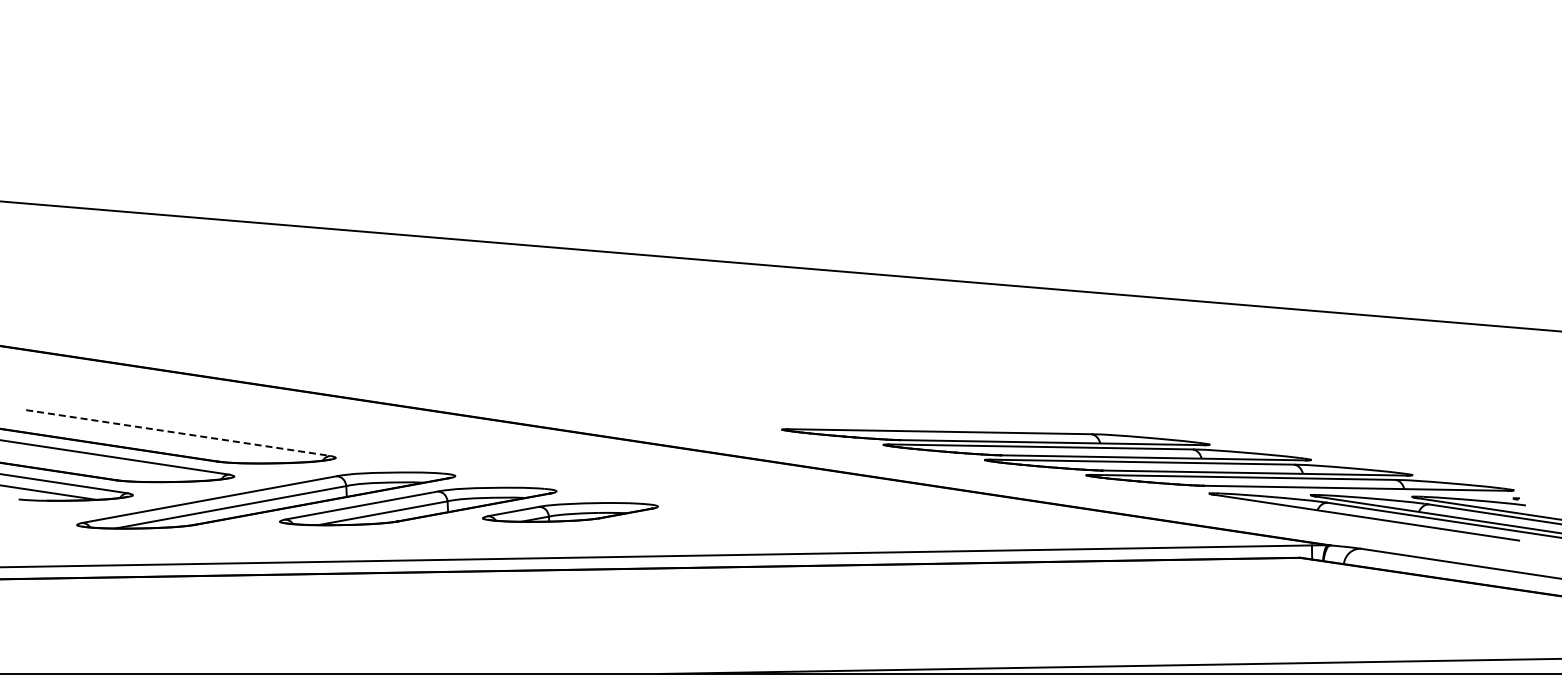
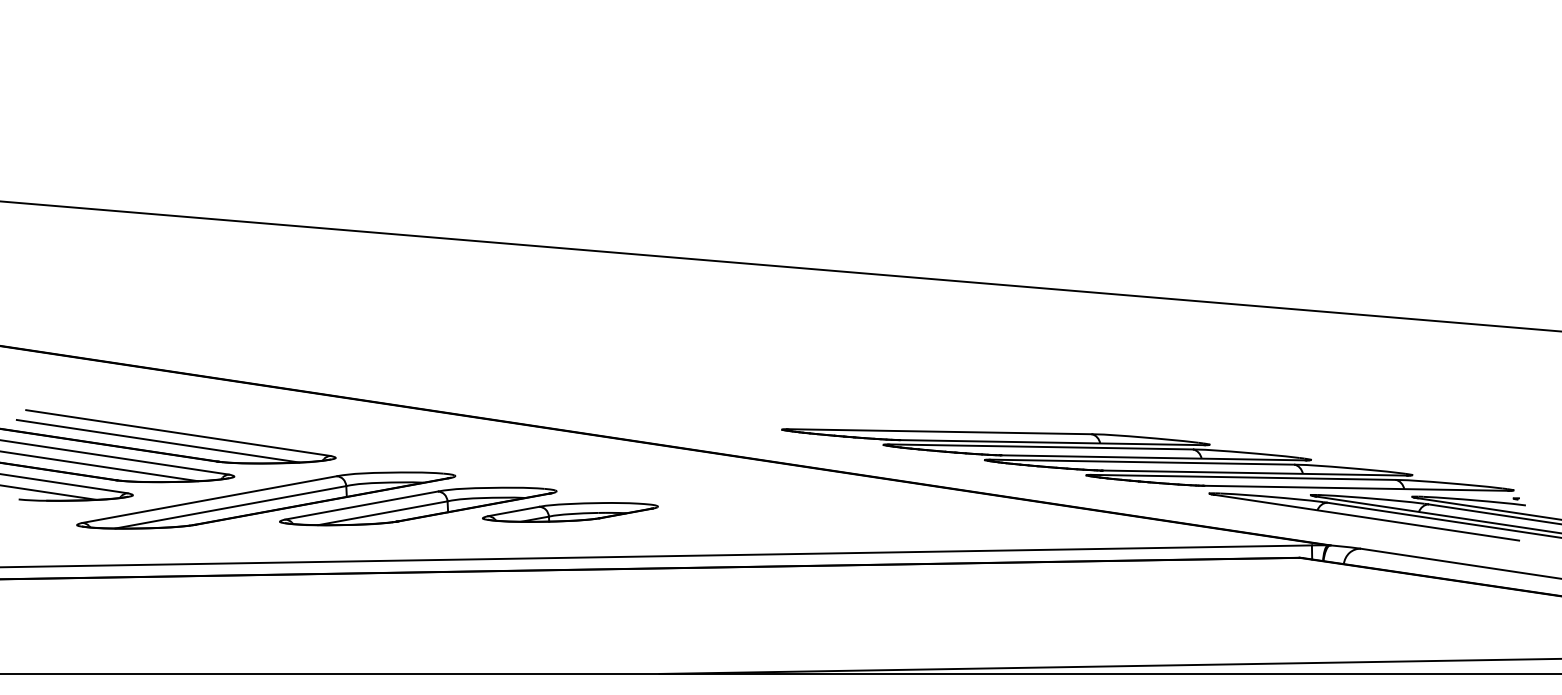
line at (178, 433): dashed -> solid
line at (157, 440): none -> present
line at (99, 466): none -> present
